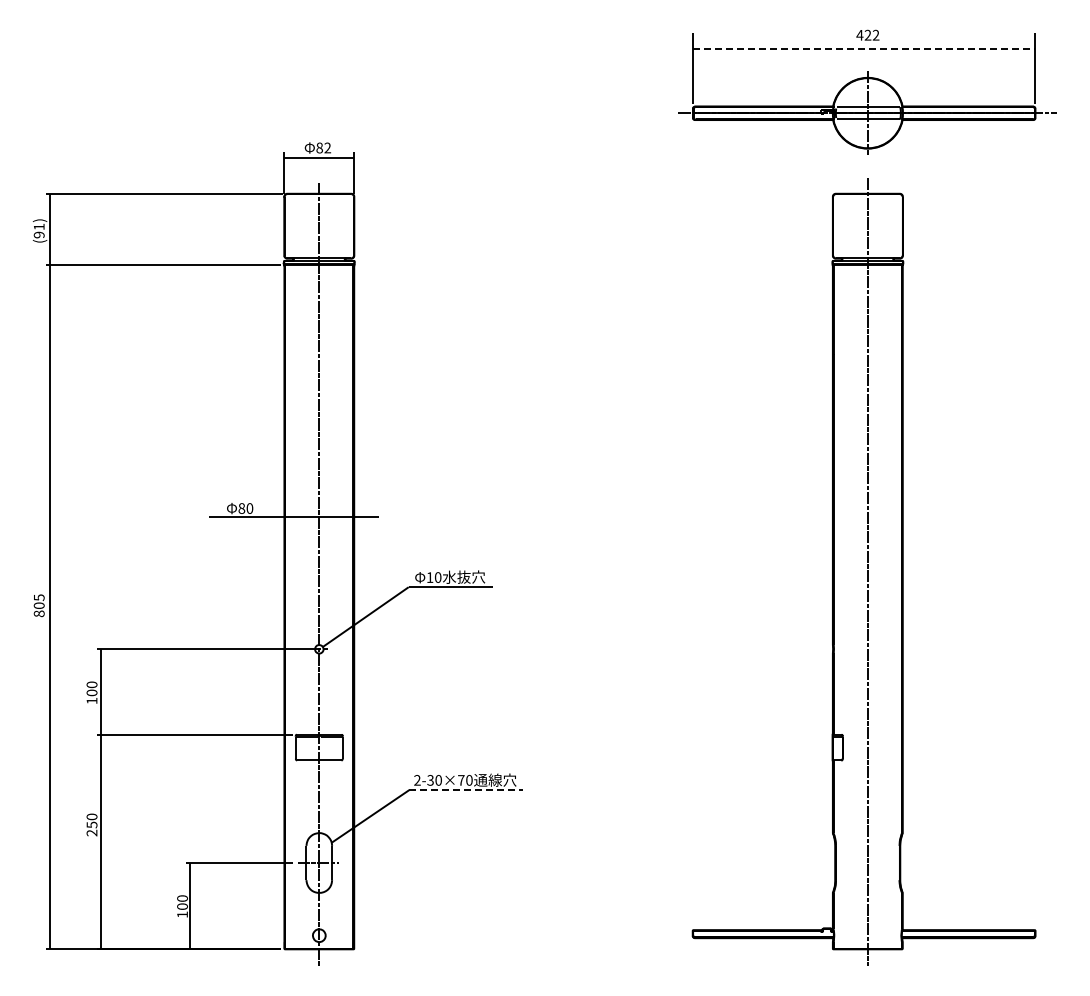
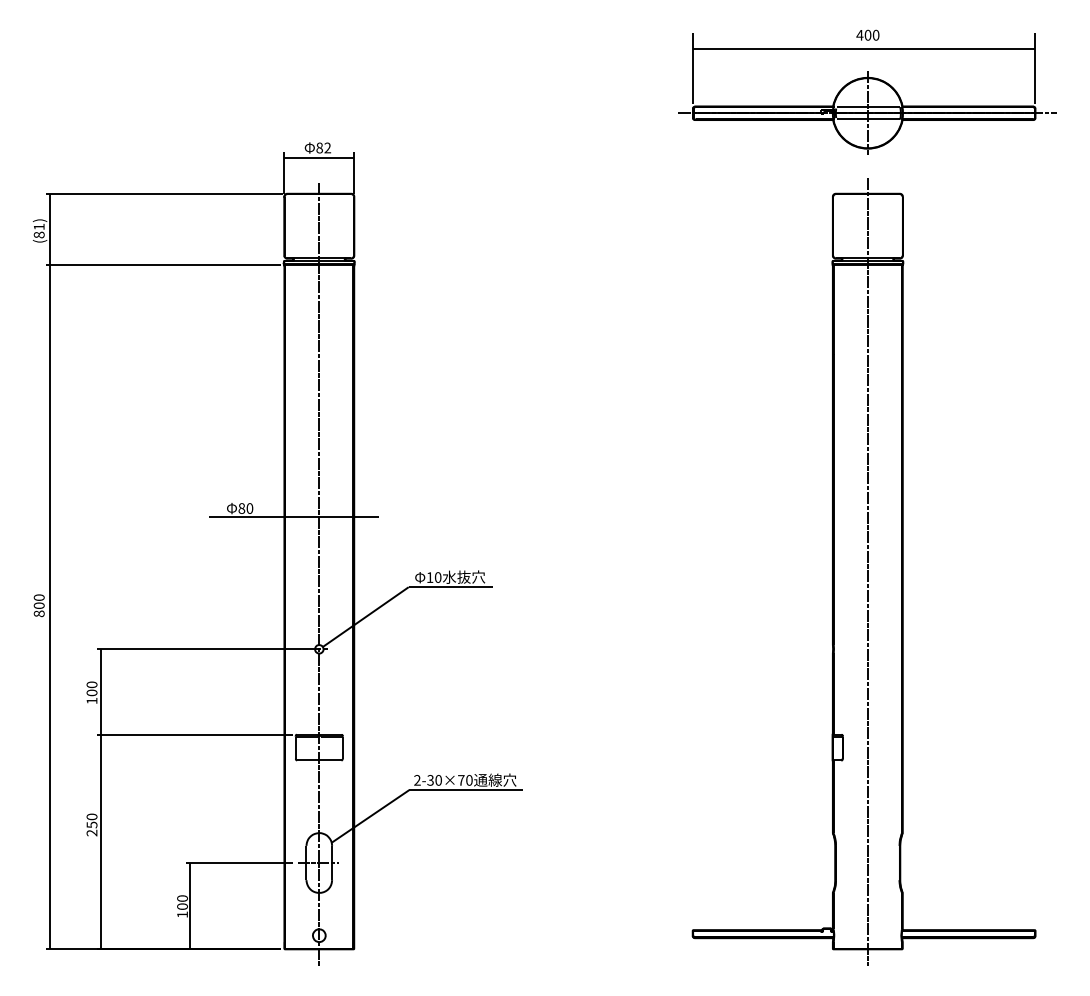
text at (871, 35): 422 -> 400
line at (864, 49): dashed -> solid
text at (39, 234): (91) -> (81)
text at (38, 597): 805 -> 800
line at (466, 790): dashed -> solid
